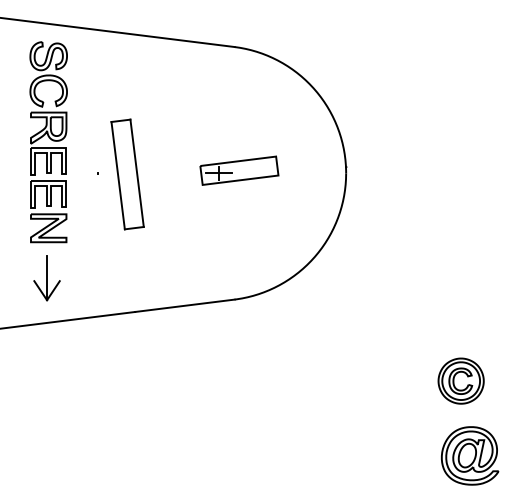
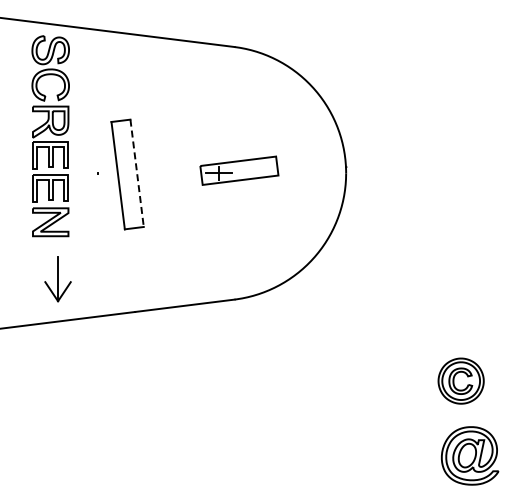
part at (48, 142) position: (48, 142) -> (50, 136)
line at (137, 173): solid -> dashed
part at (46, 278) position: (46, 278) -> (57, 279)
